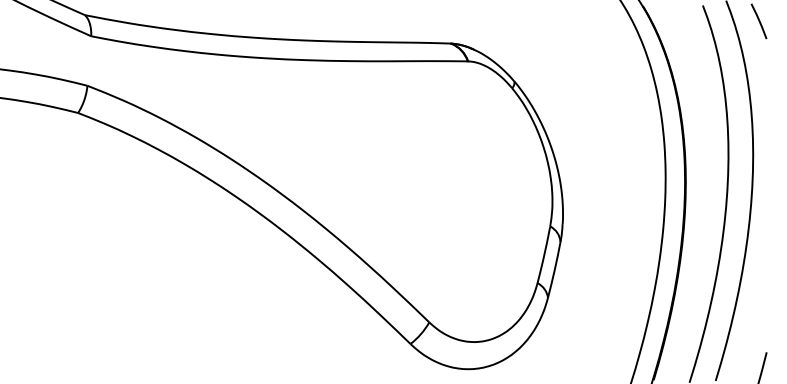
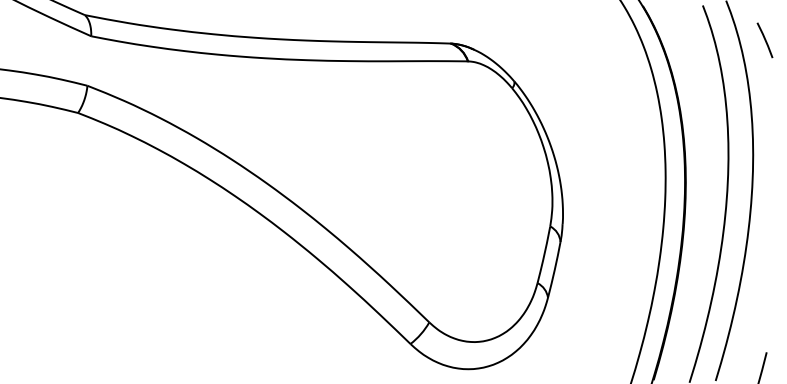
line at (758, 21) position: (758, 21) -> (764, 40)
